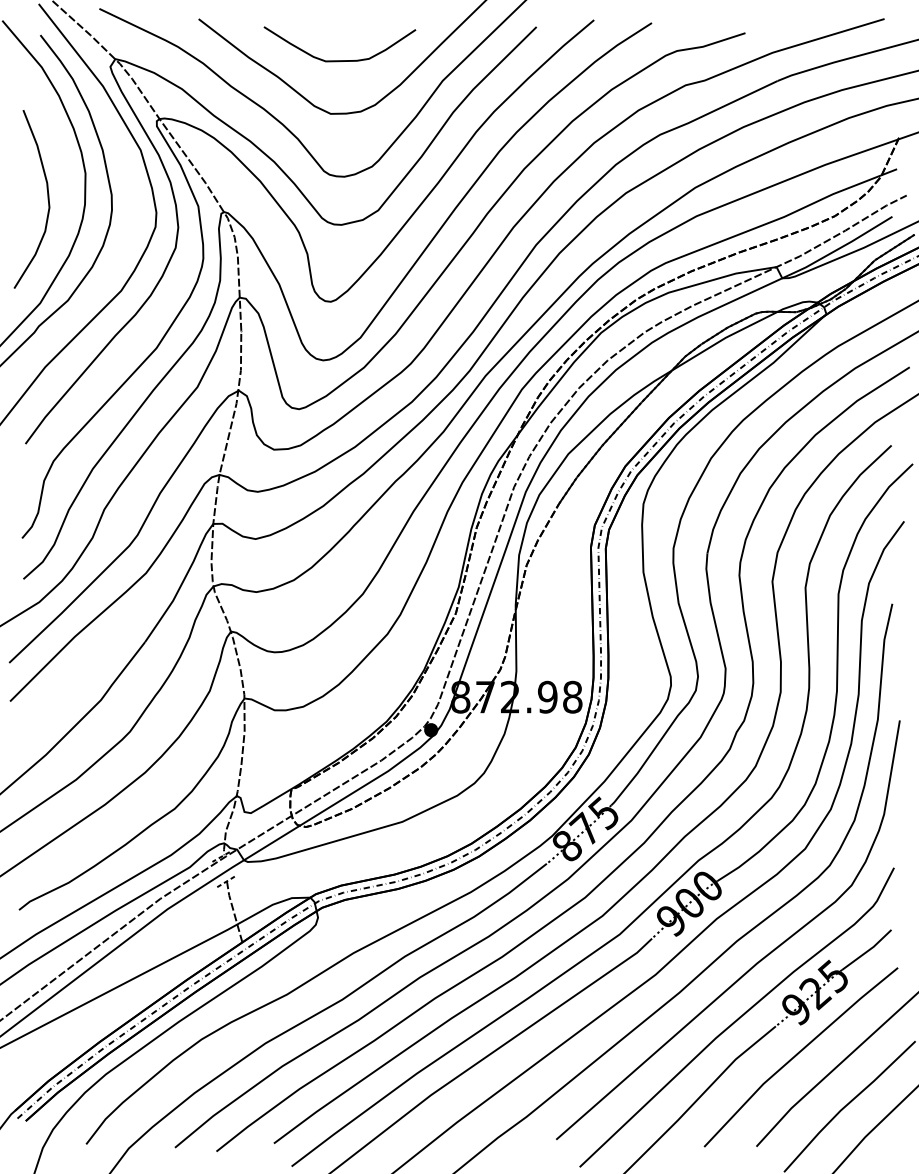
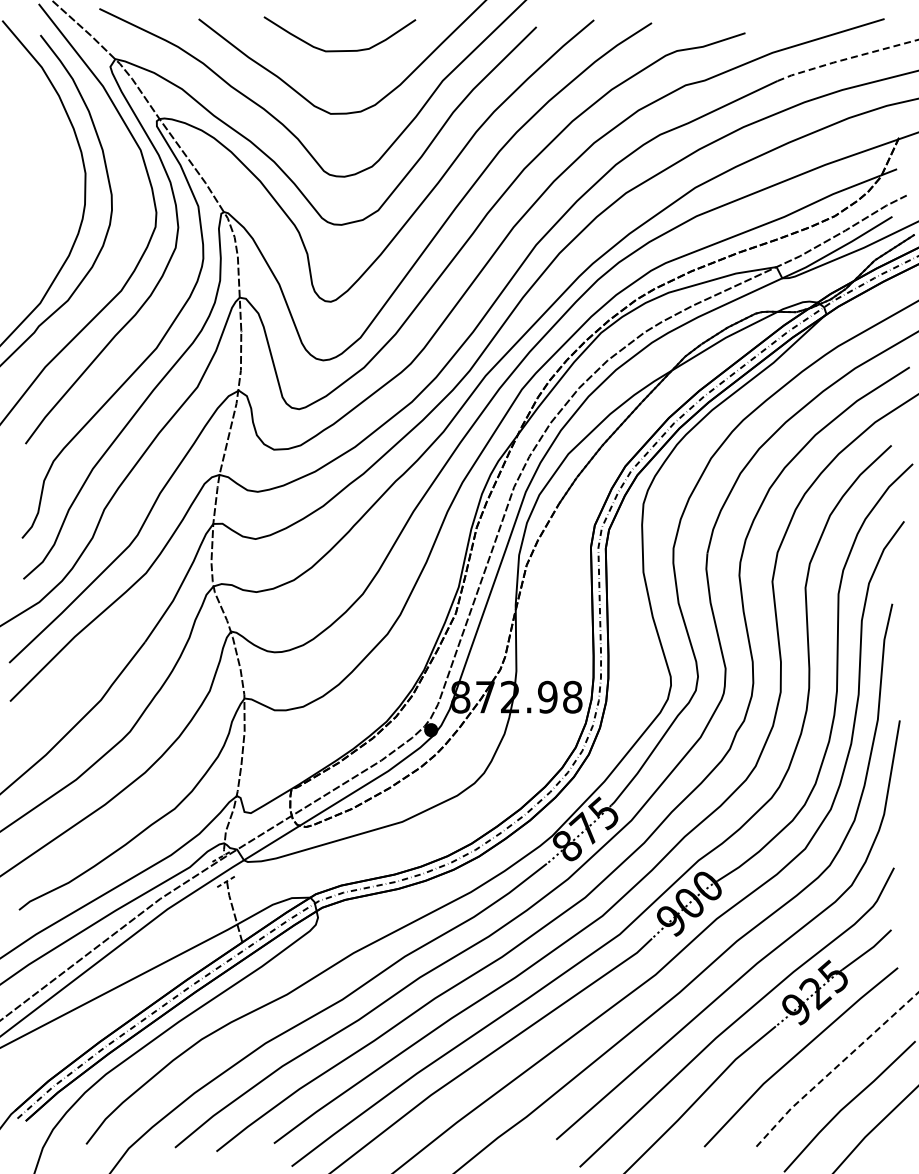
line at (846, 59): solid -> dashed
curve at (339, 60) position: (339, 60) -> (339, 50)
curve at (47, 199): present -> none
line at (835, 1068): solid -> dashed
